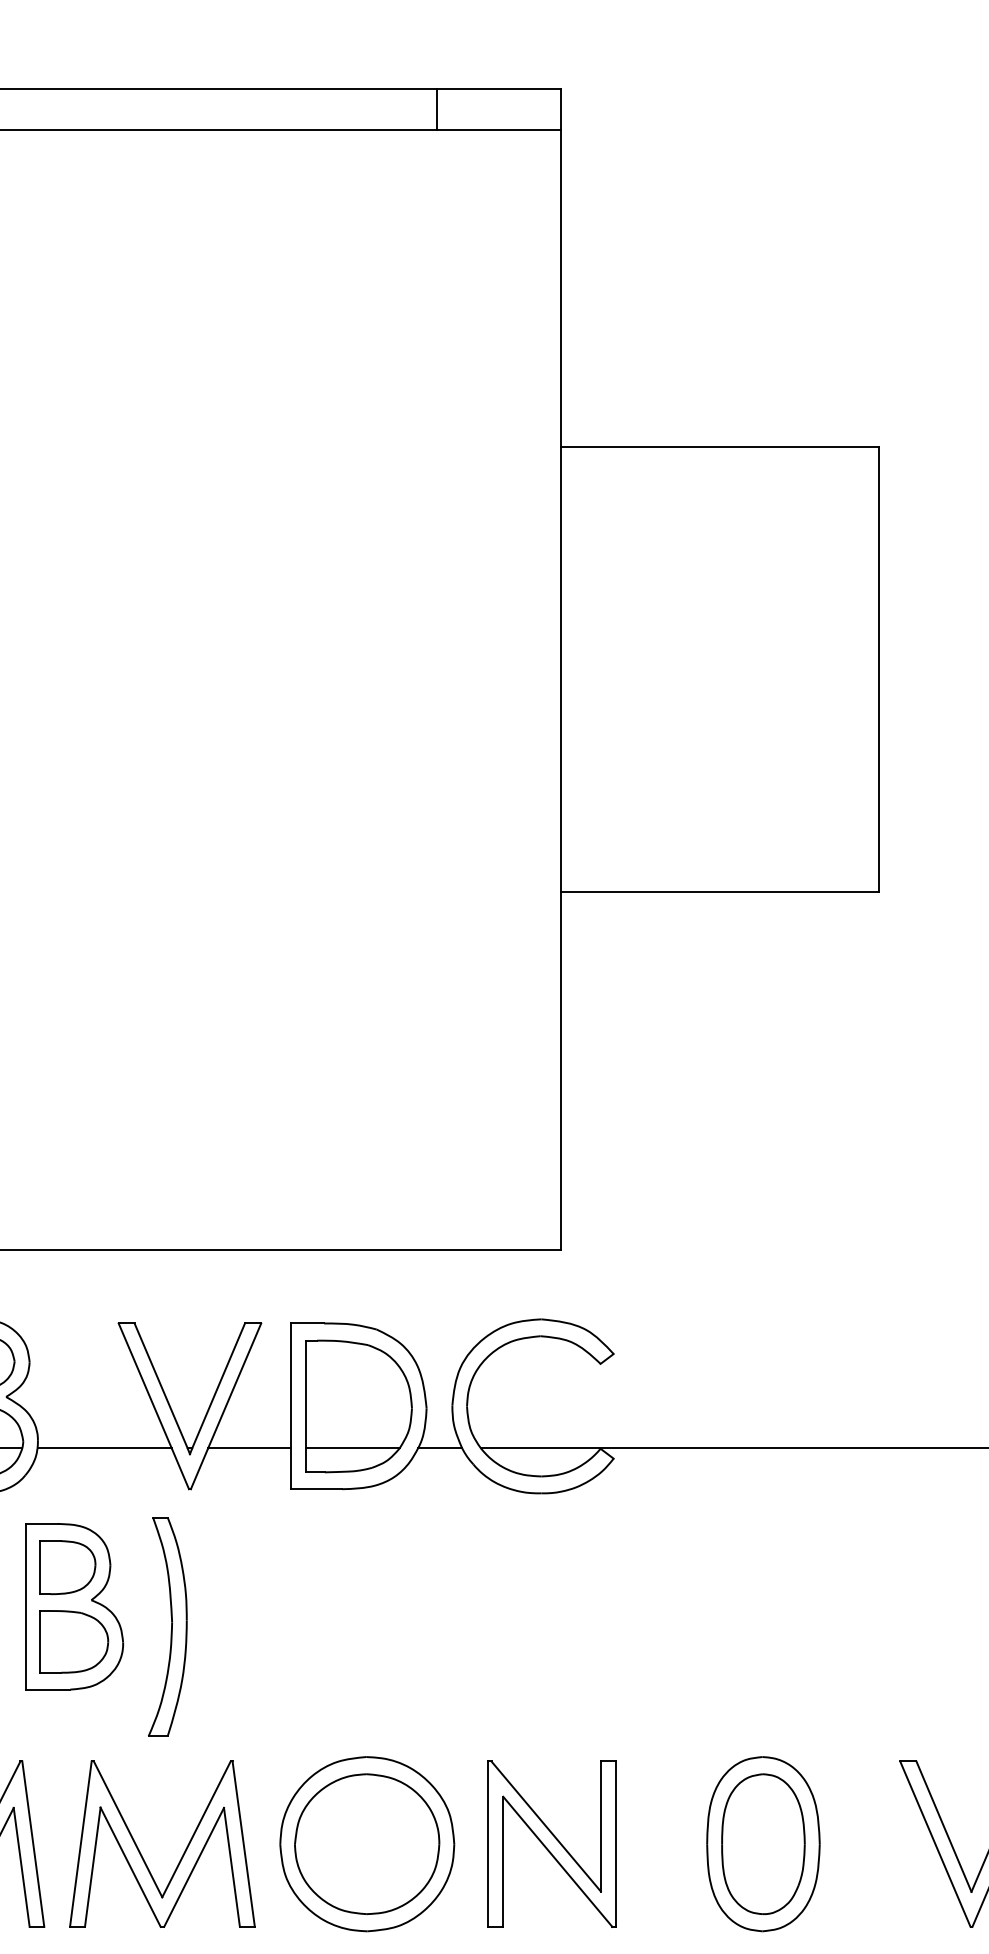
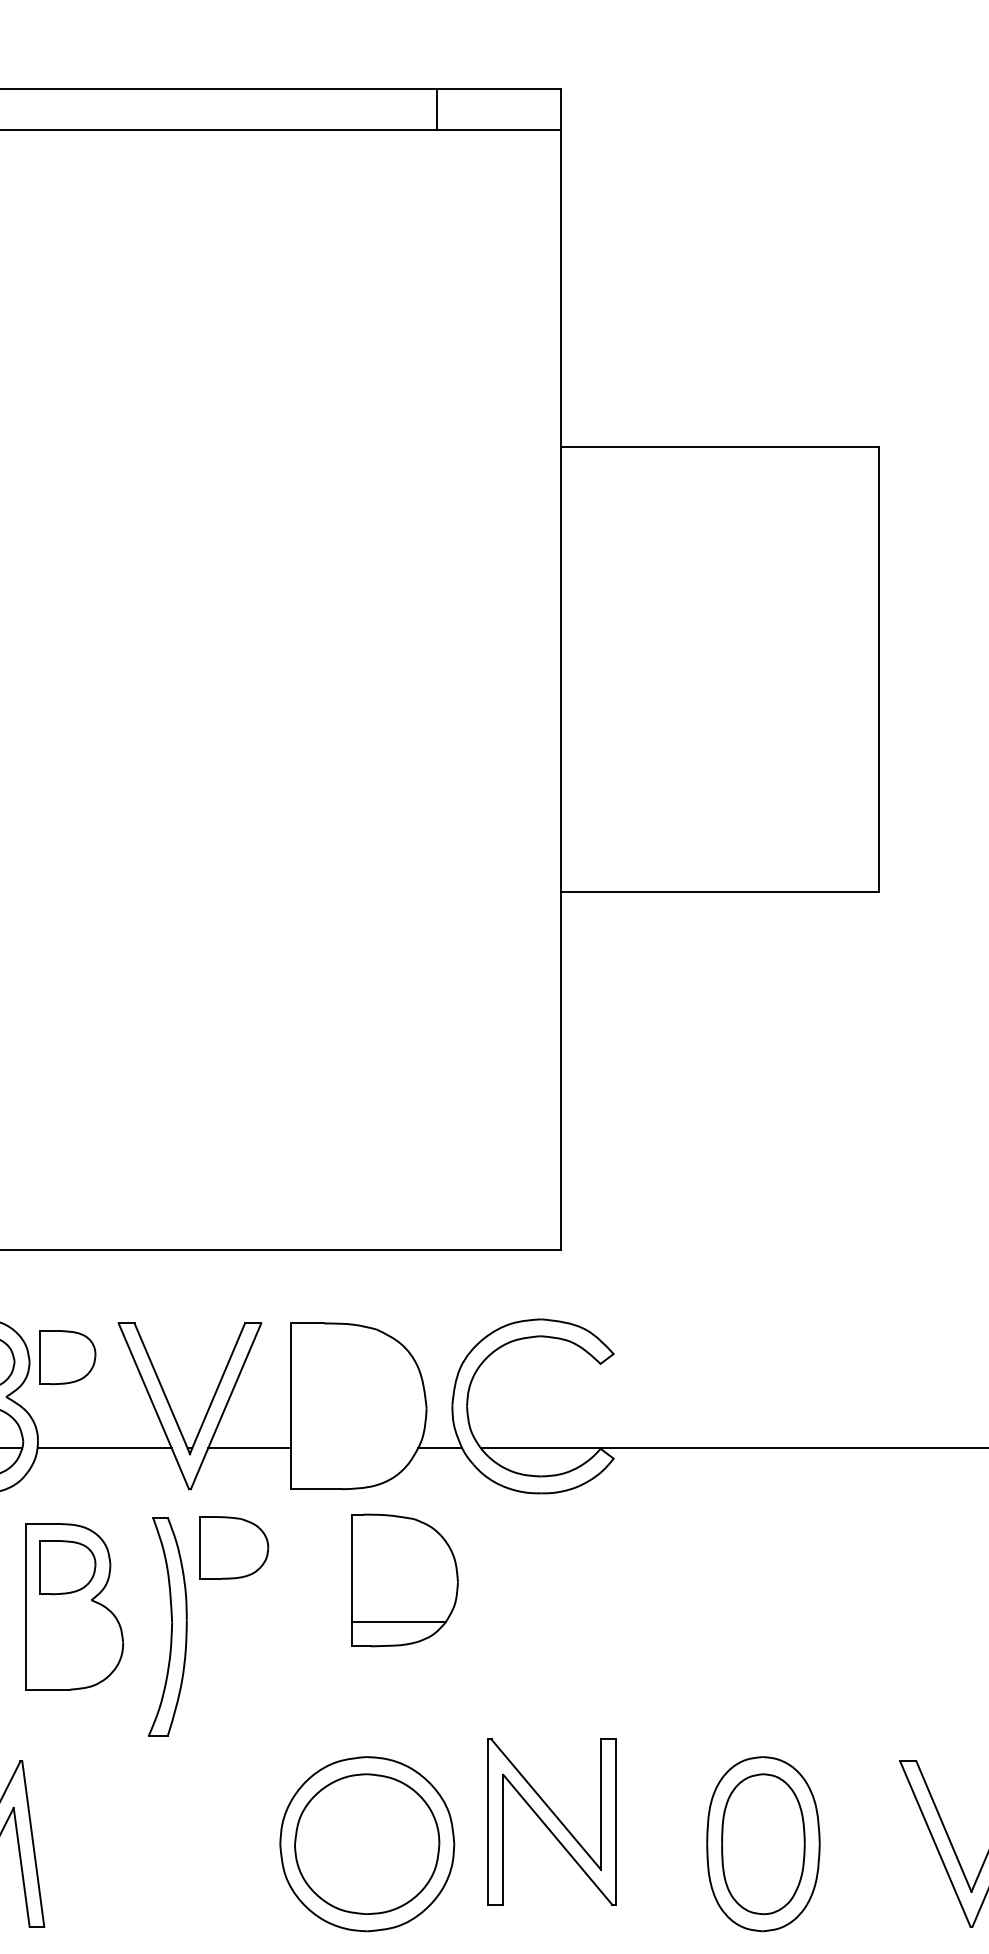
part at (67, 1357): none -> present
part at (358, 1406) position: (358, 1406) -> (404, 1580)
part at (74, 1641) position: (74, 1641) -> (234, 1547)
part at (551, 1843) position: (551, 1843) -> (551, 1821)
part at (182, 1854): present -> none
